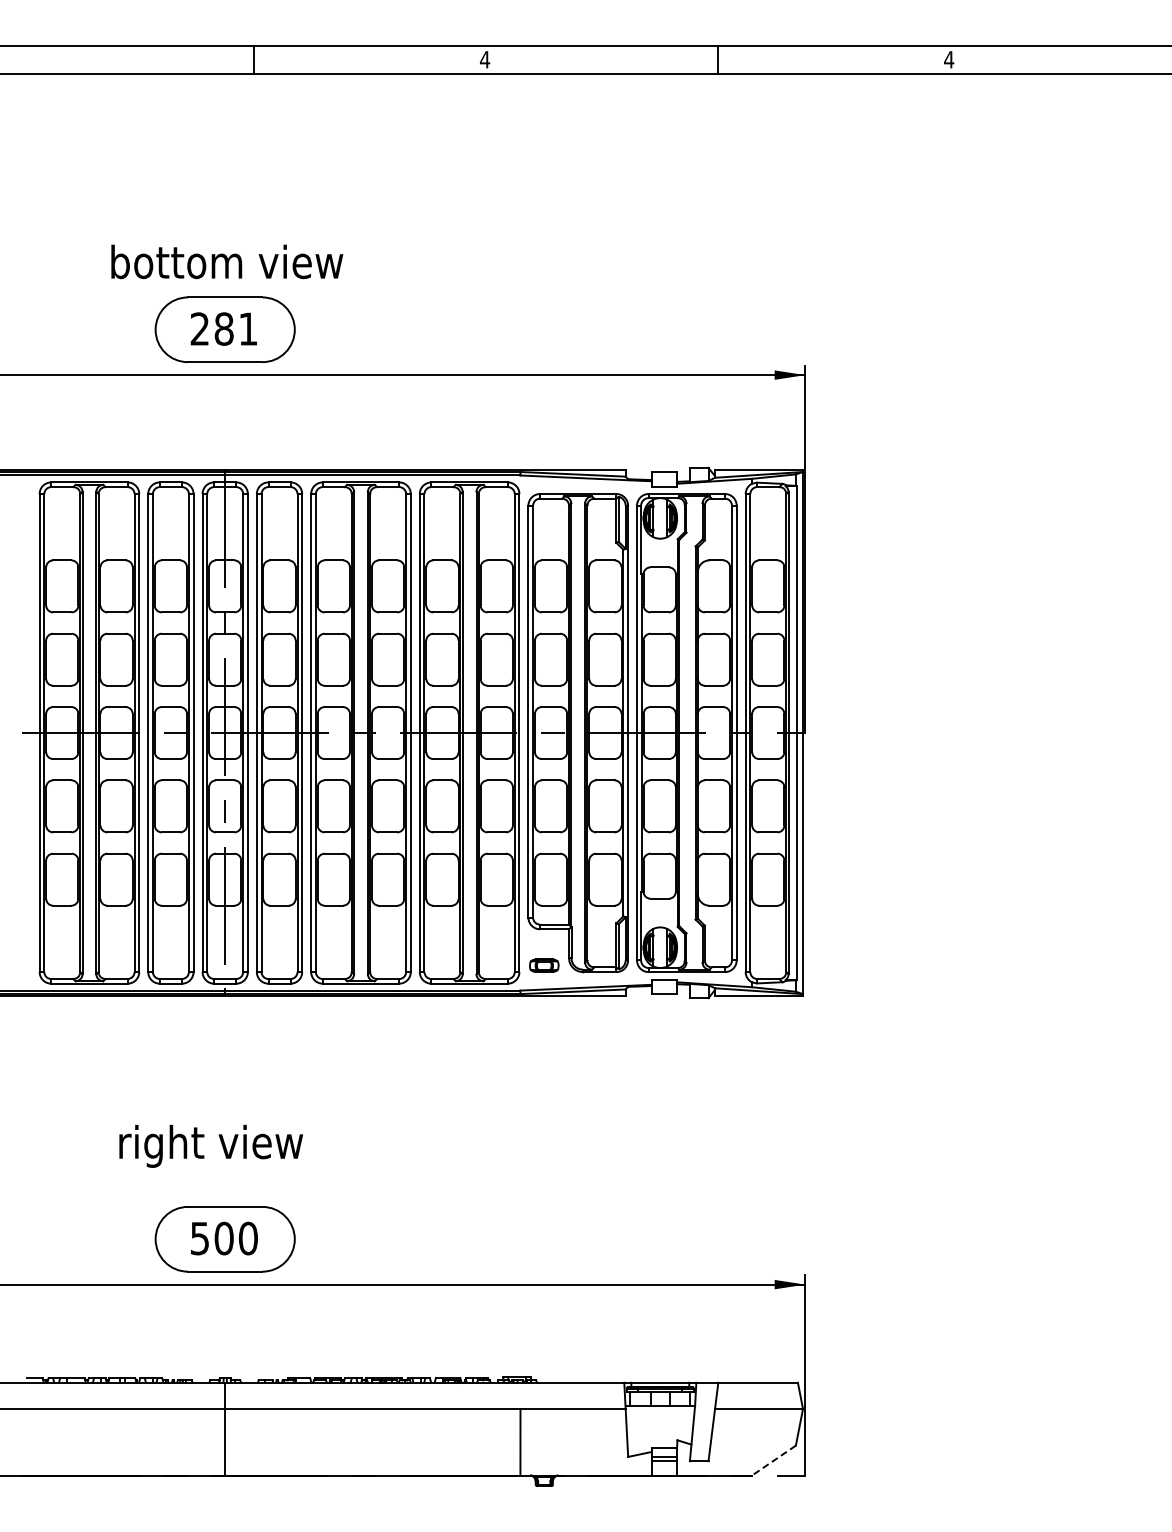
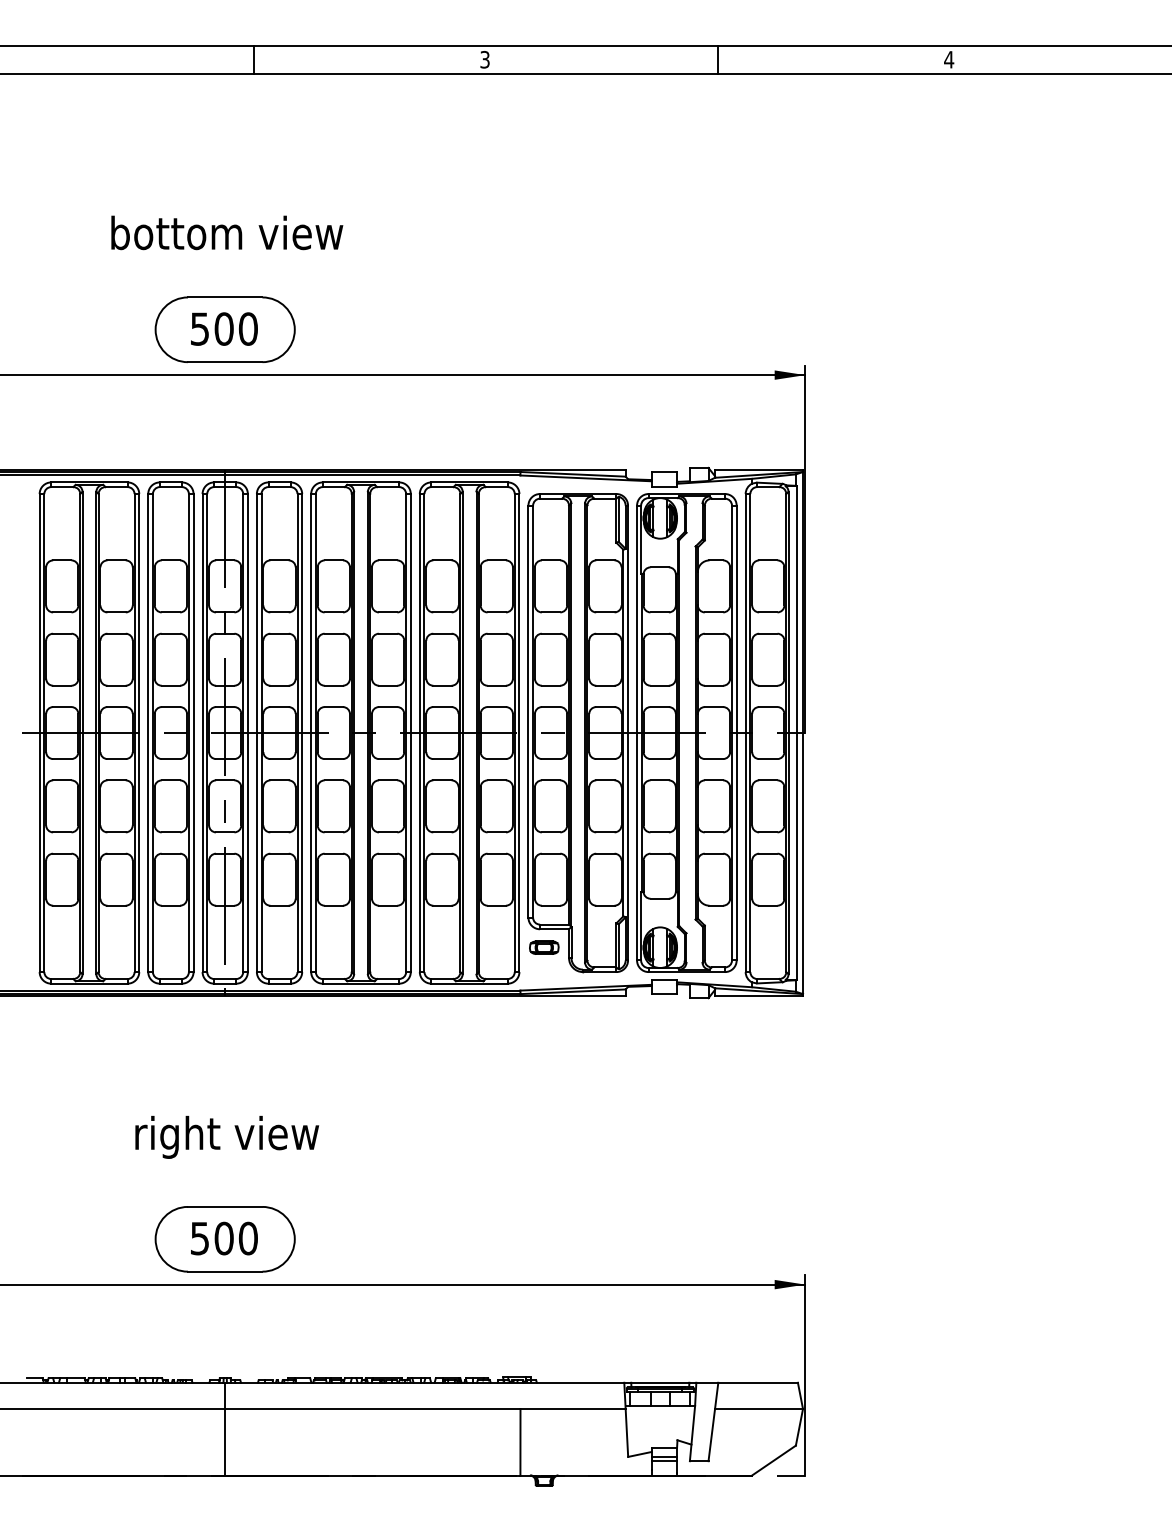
text at (485, 59): 4 -> 3
text at (227, 261) position: (227, 261) -> (227, 232)
text at (223, 328): 281 -> 500
part at (544, 965) position: (544, 965) -> (544, 947)
text at (211, 1146) position: (211, 1146) -> (227, 1137)
line at (773, 1460): dashed -> solid
